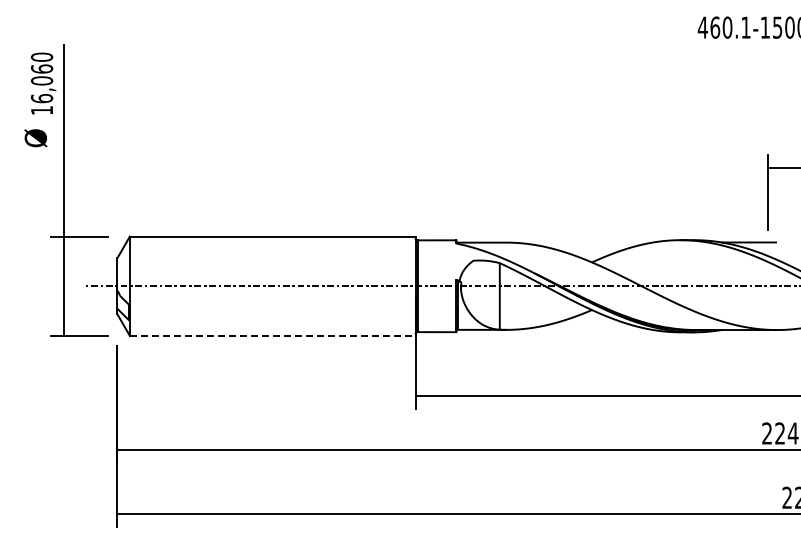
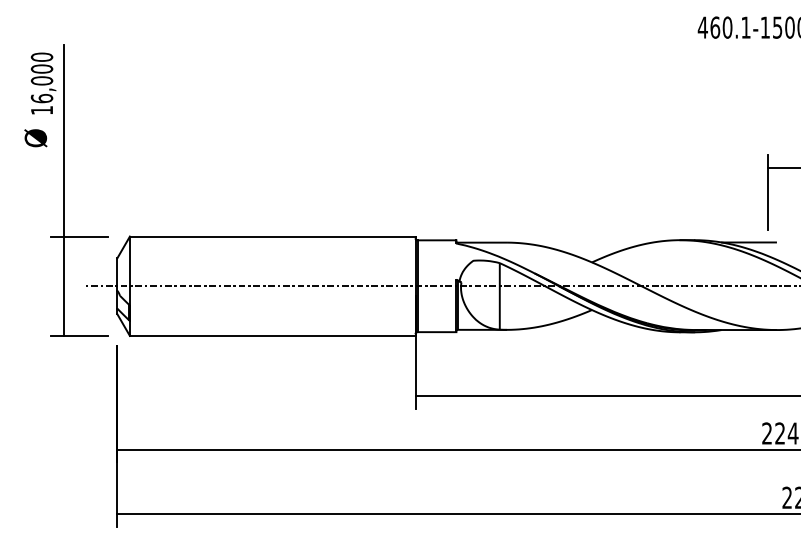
text at (41, 68): 16,060 -> 16,000
line at (272, 335): dashed -> solid
